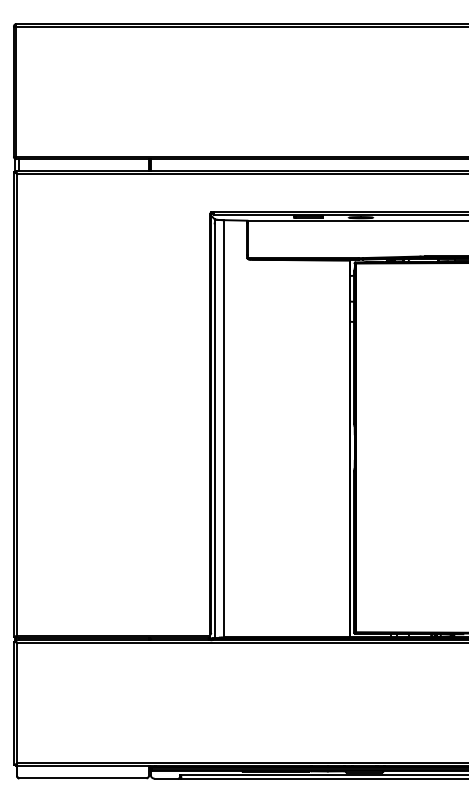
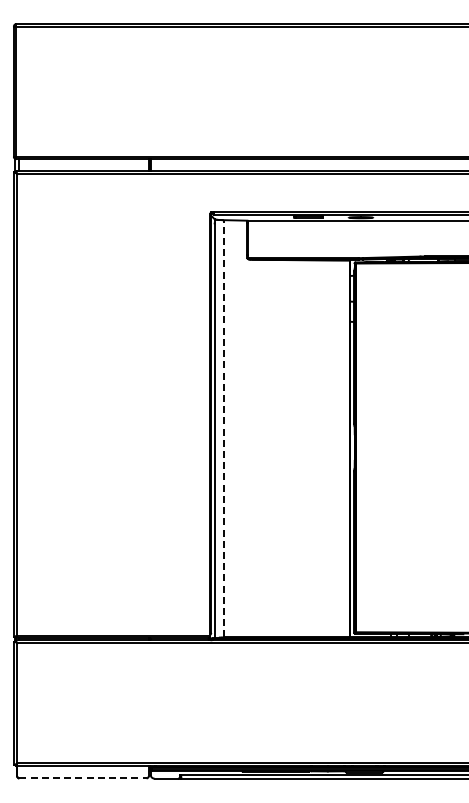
line at (223, 428): solid -> dashed
line at (82, 778): solid -> dashed
